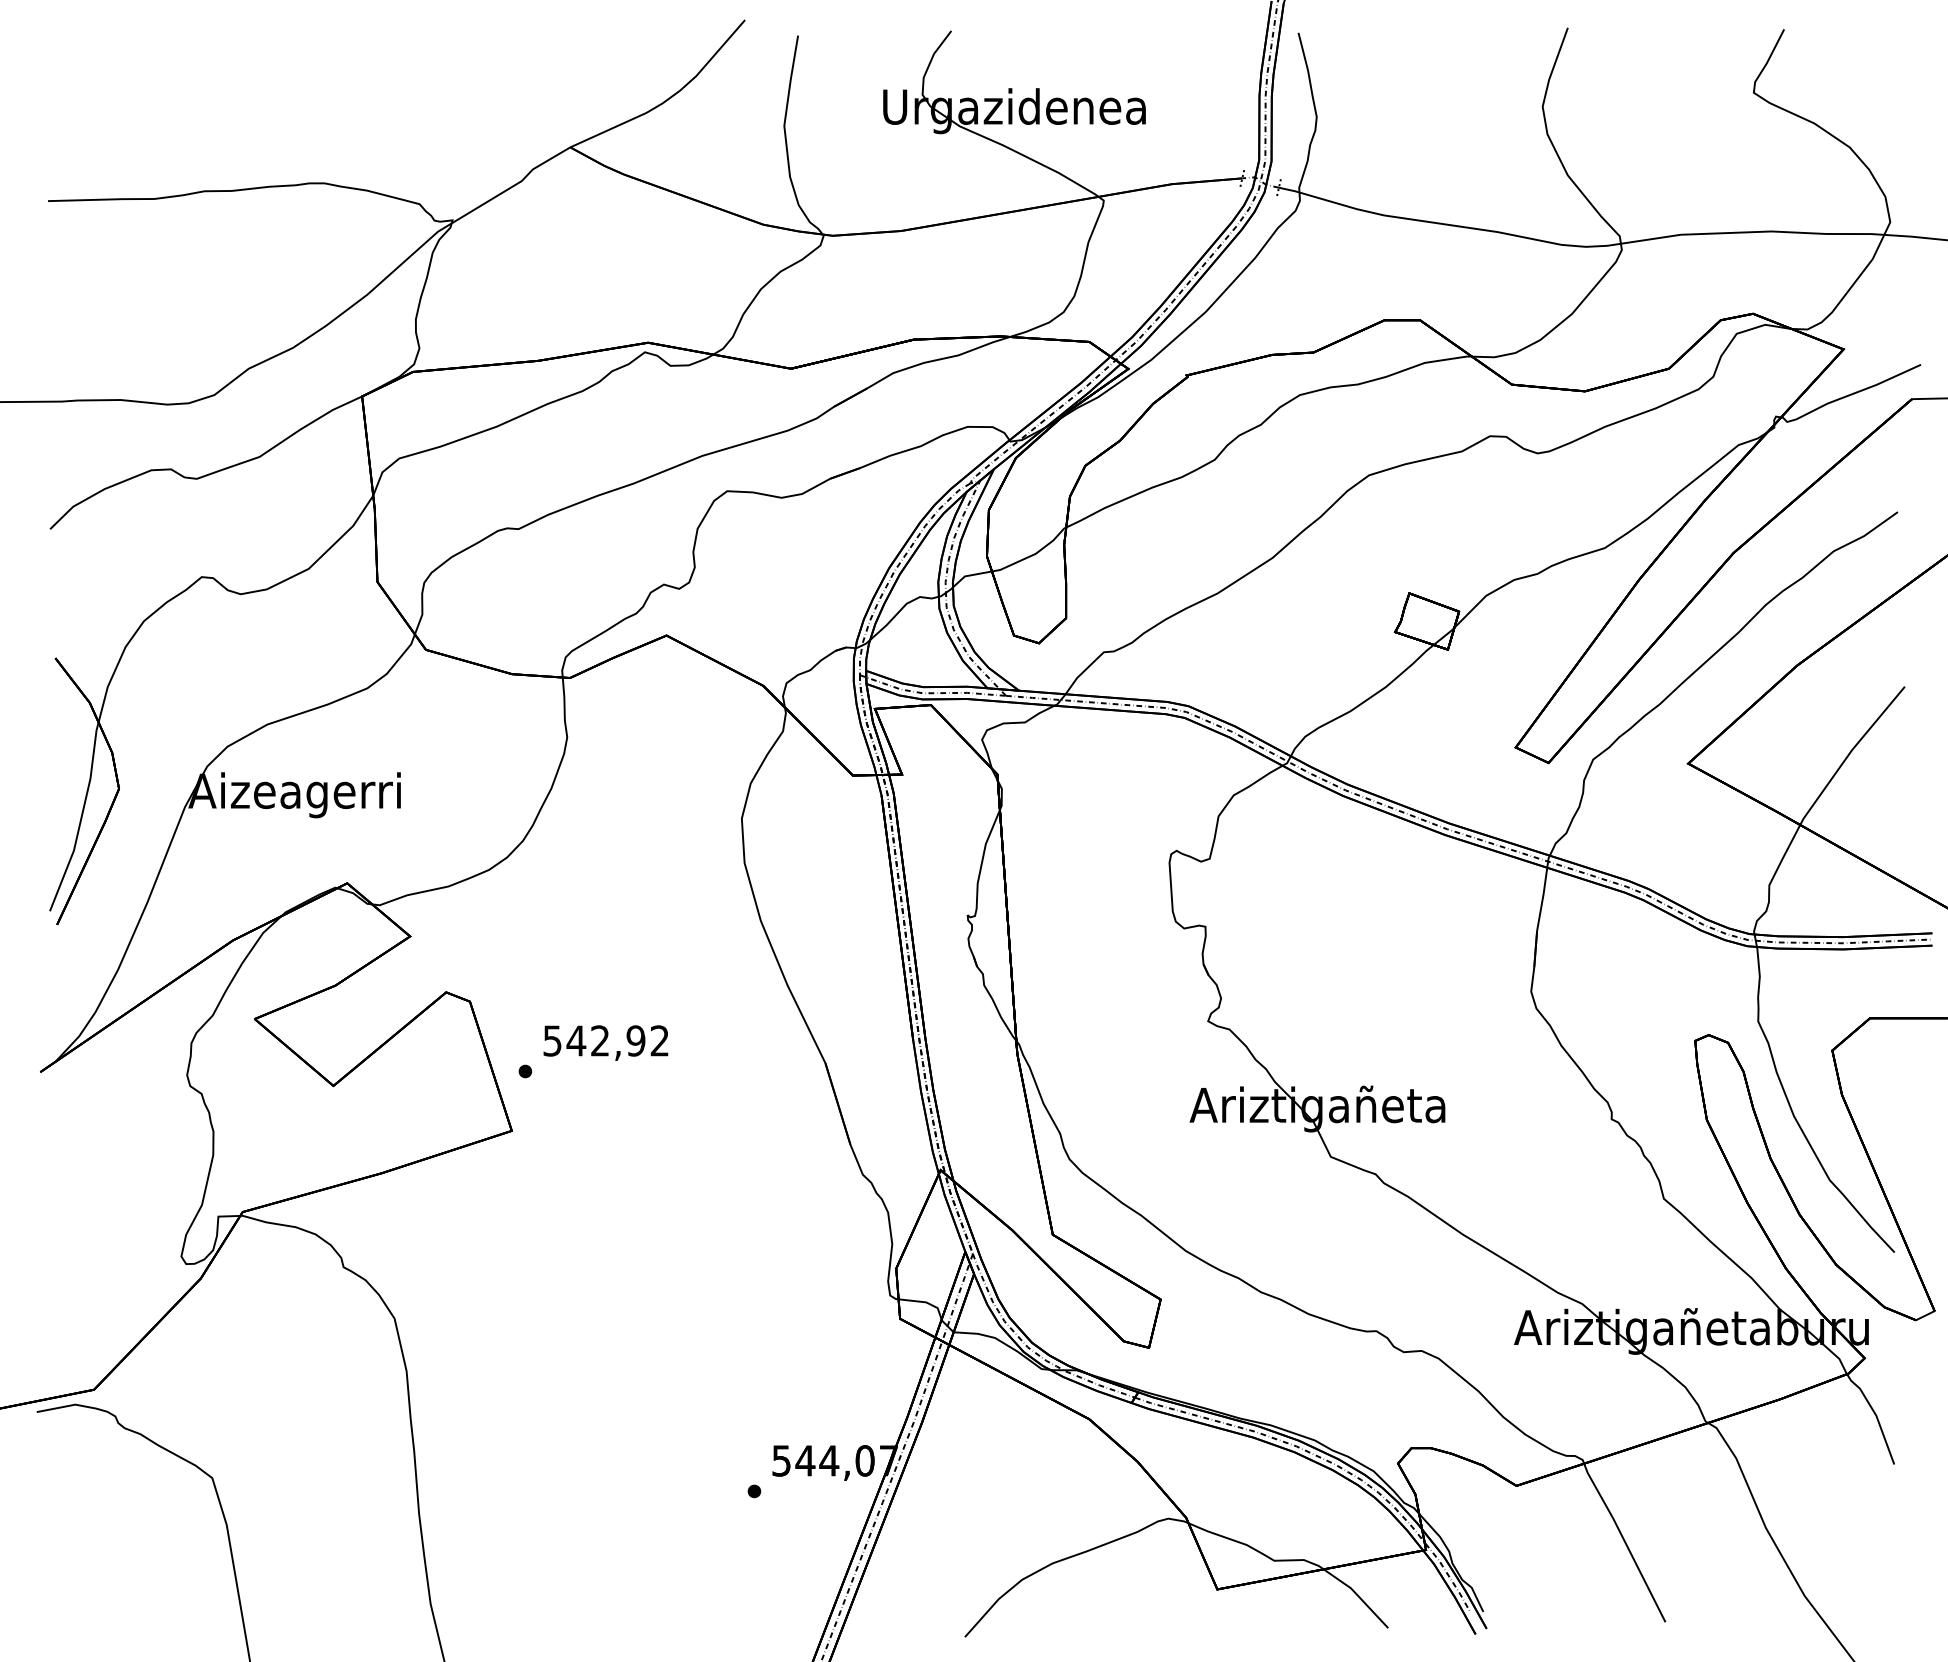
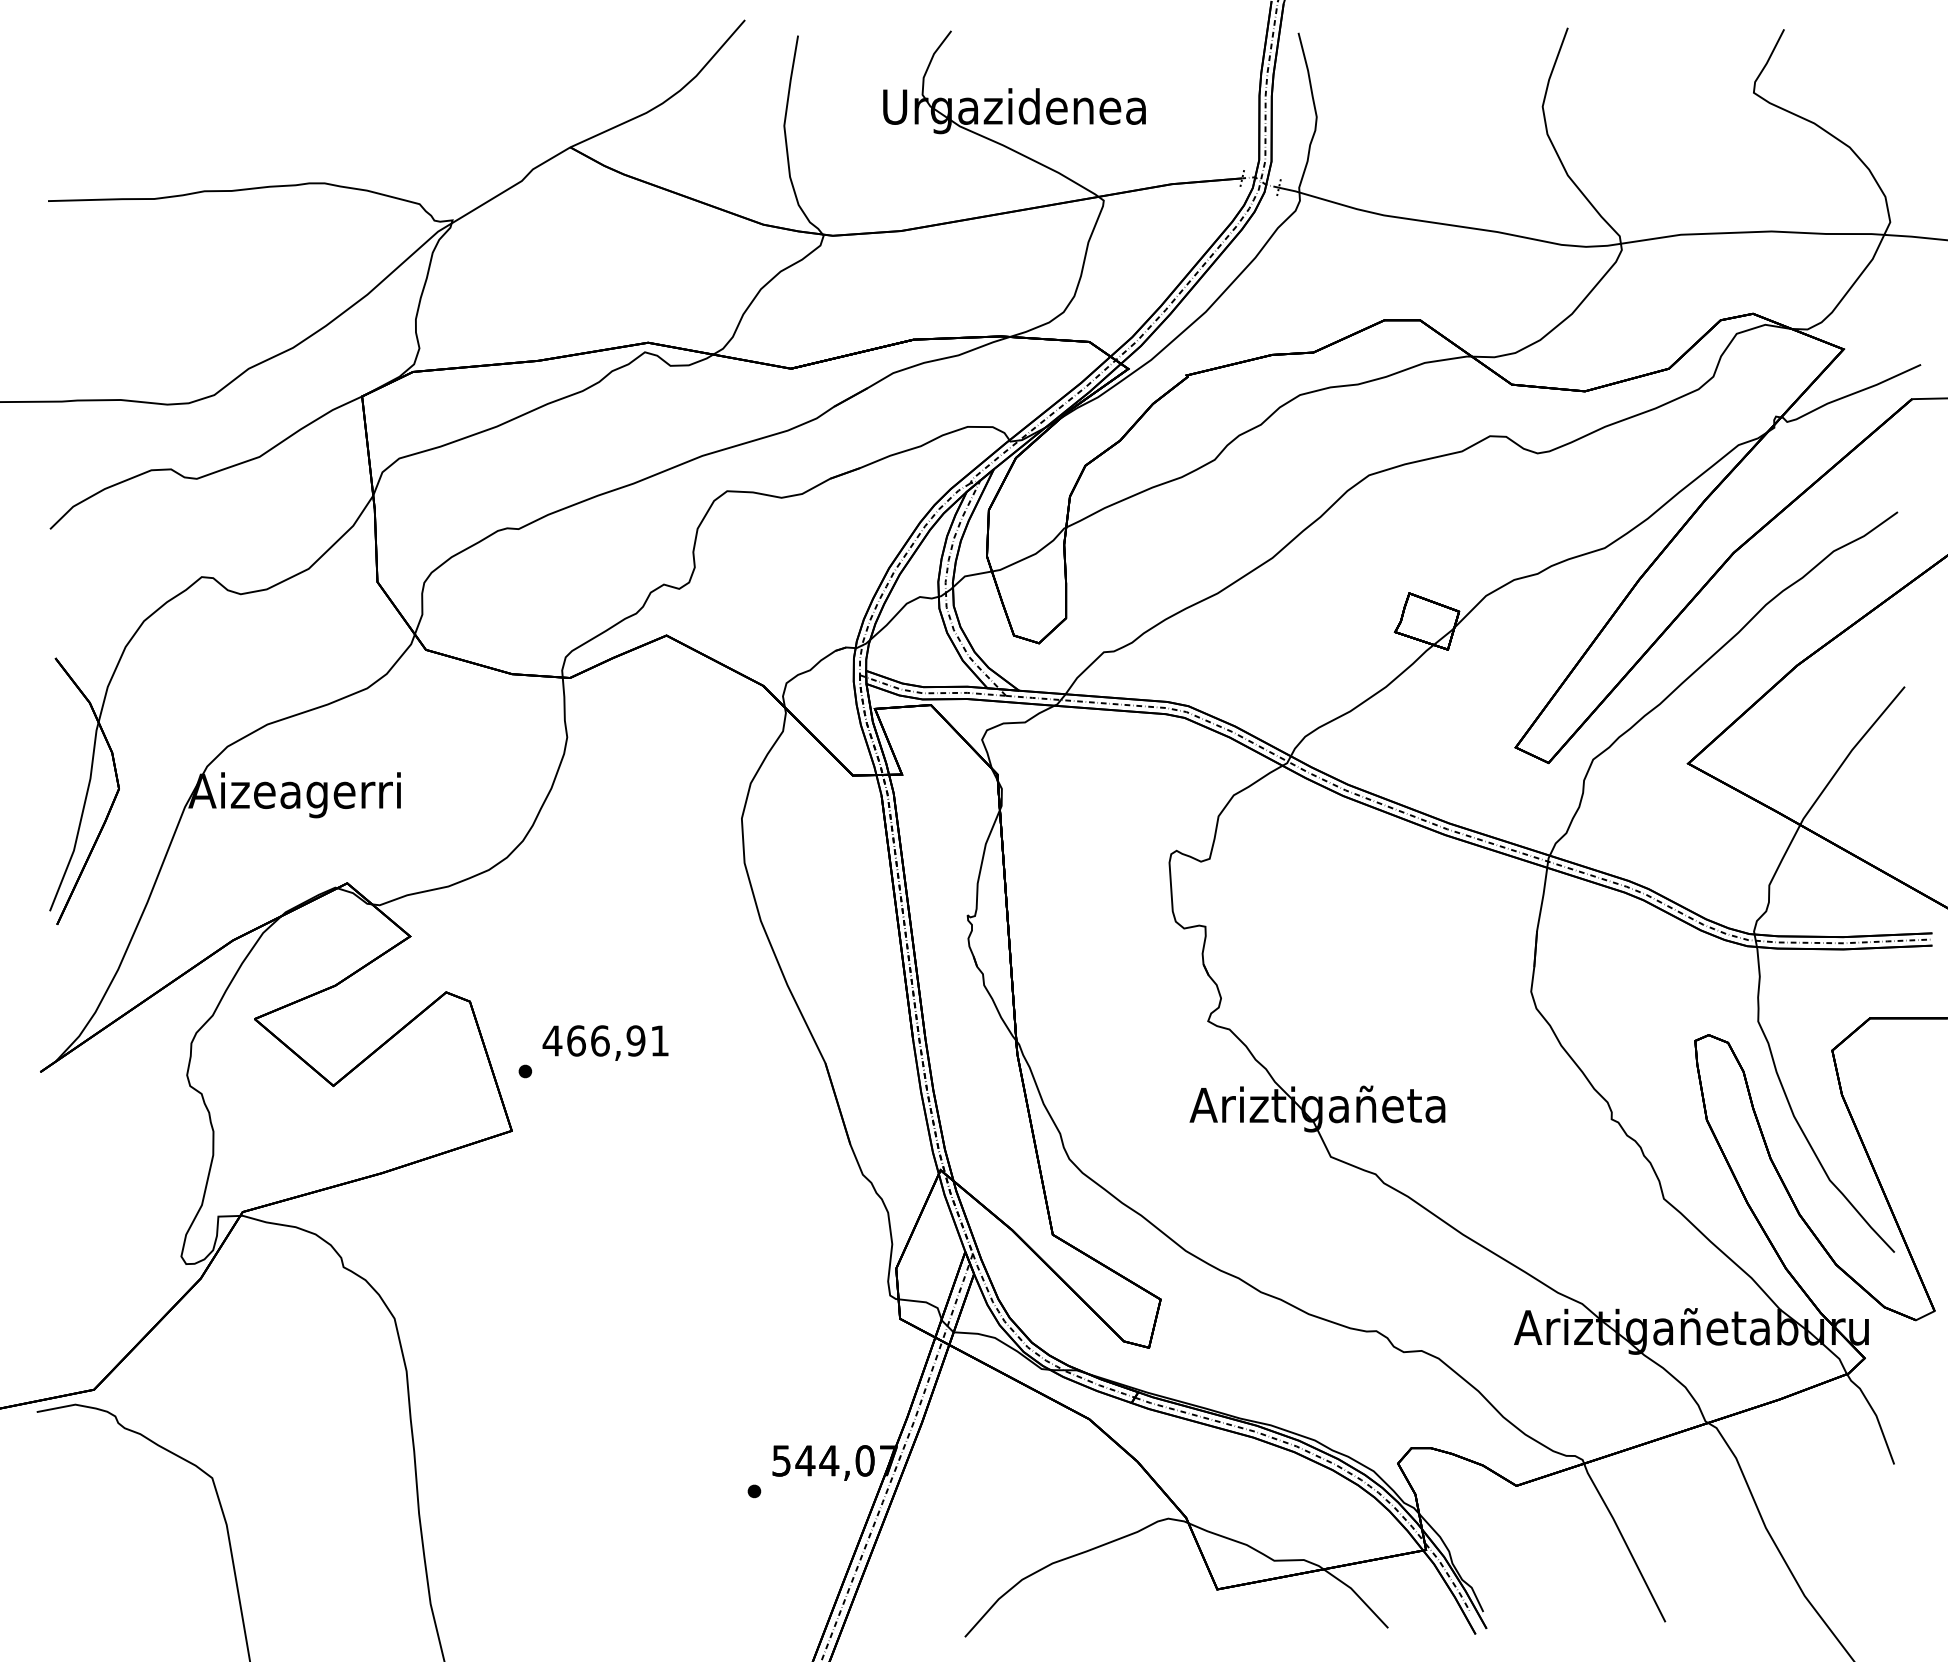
text at (605, 1040): 542,92 -> 466,91
